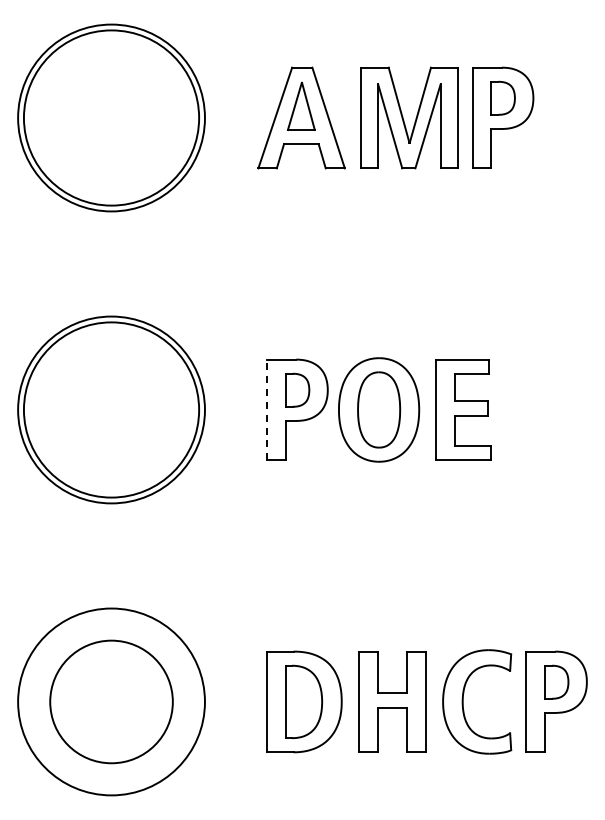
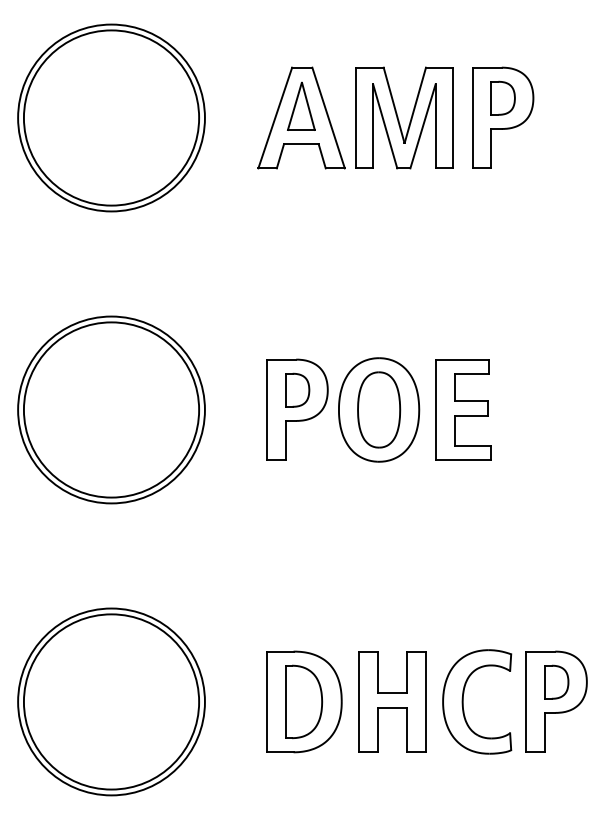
part at (409, 117) position: (409, 117) -> (404, 117)
line at (267, 409): dashed -> solid
circle at (111, 701) diameter: 123 px -> 175 px
